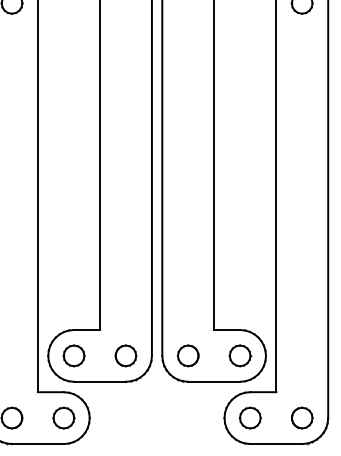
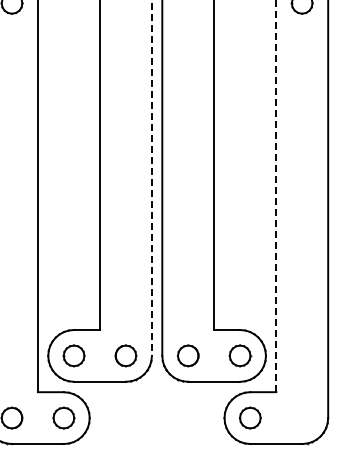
line at (151, 178): solid -> dashed
line at (276, 196): solid -> dashed
part at (302, 417): present -> none
